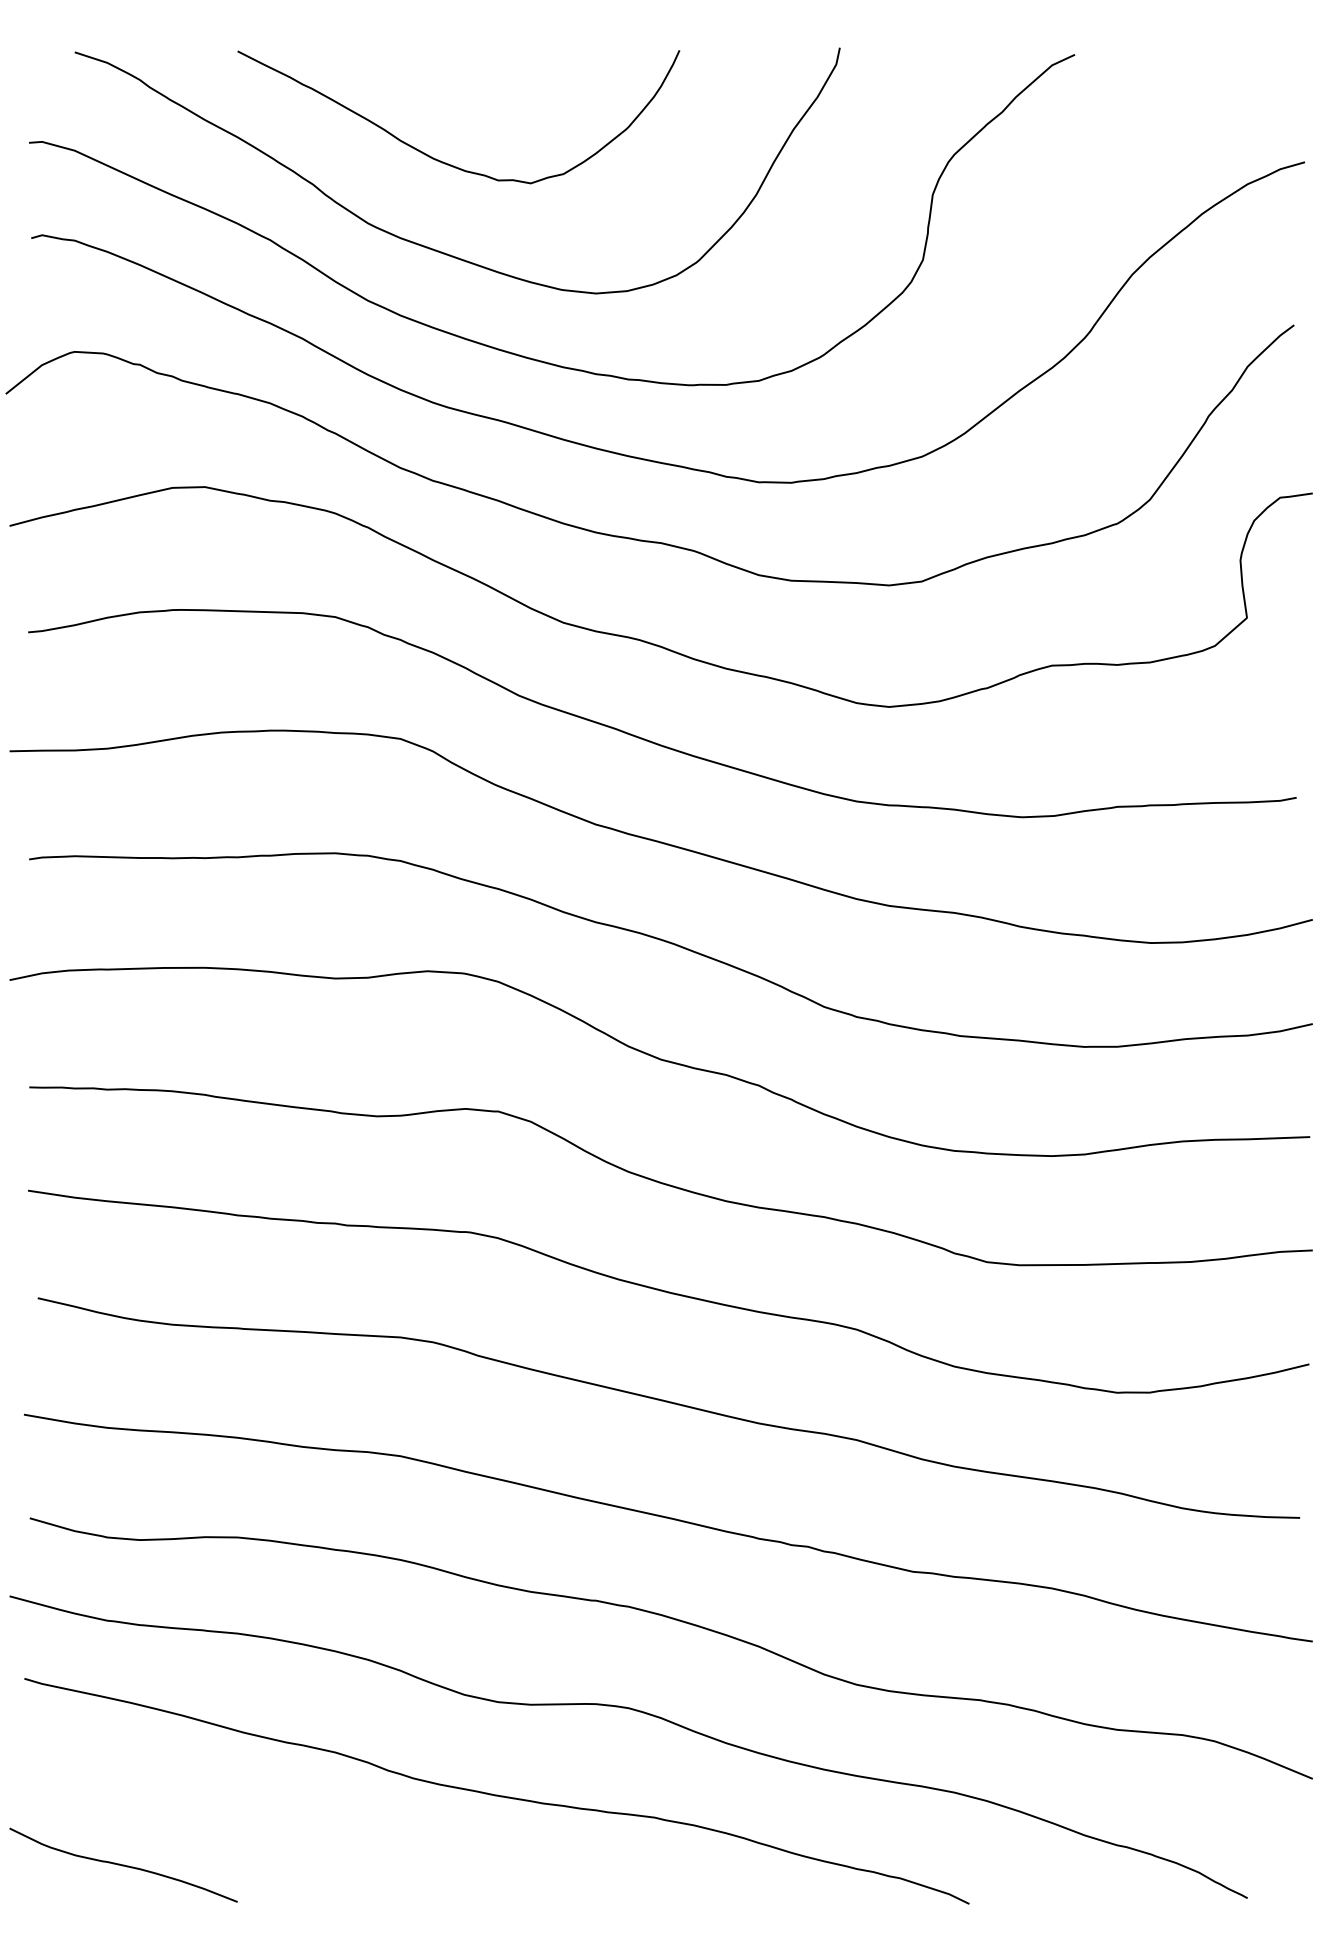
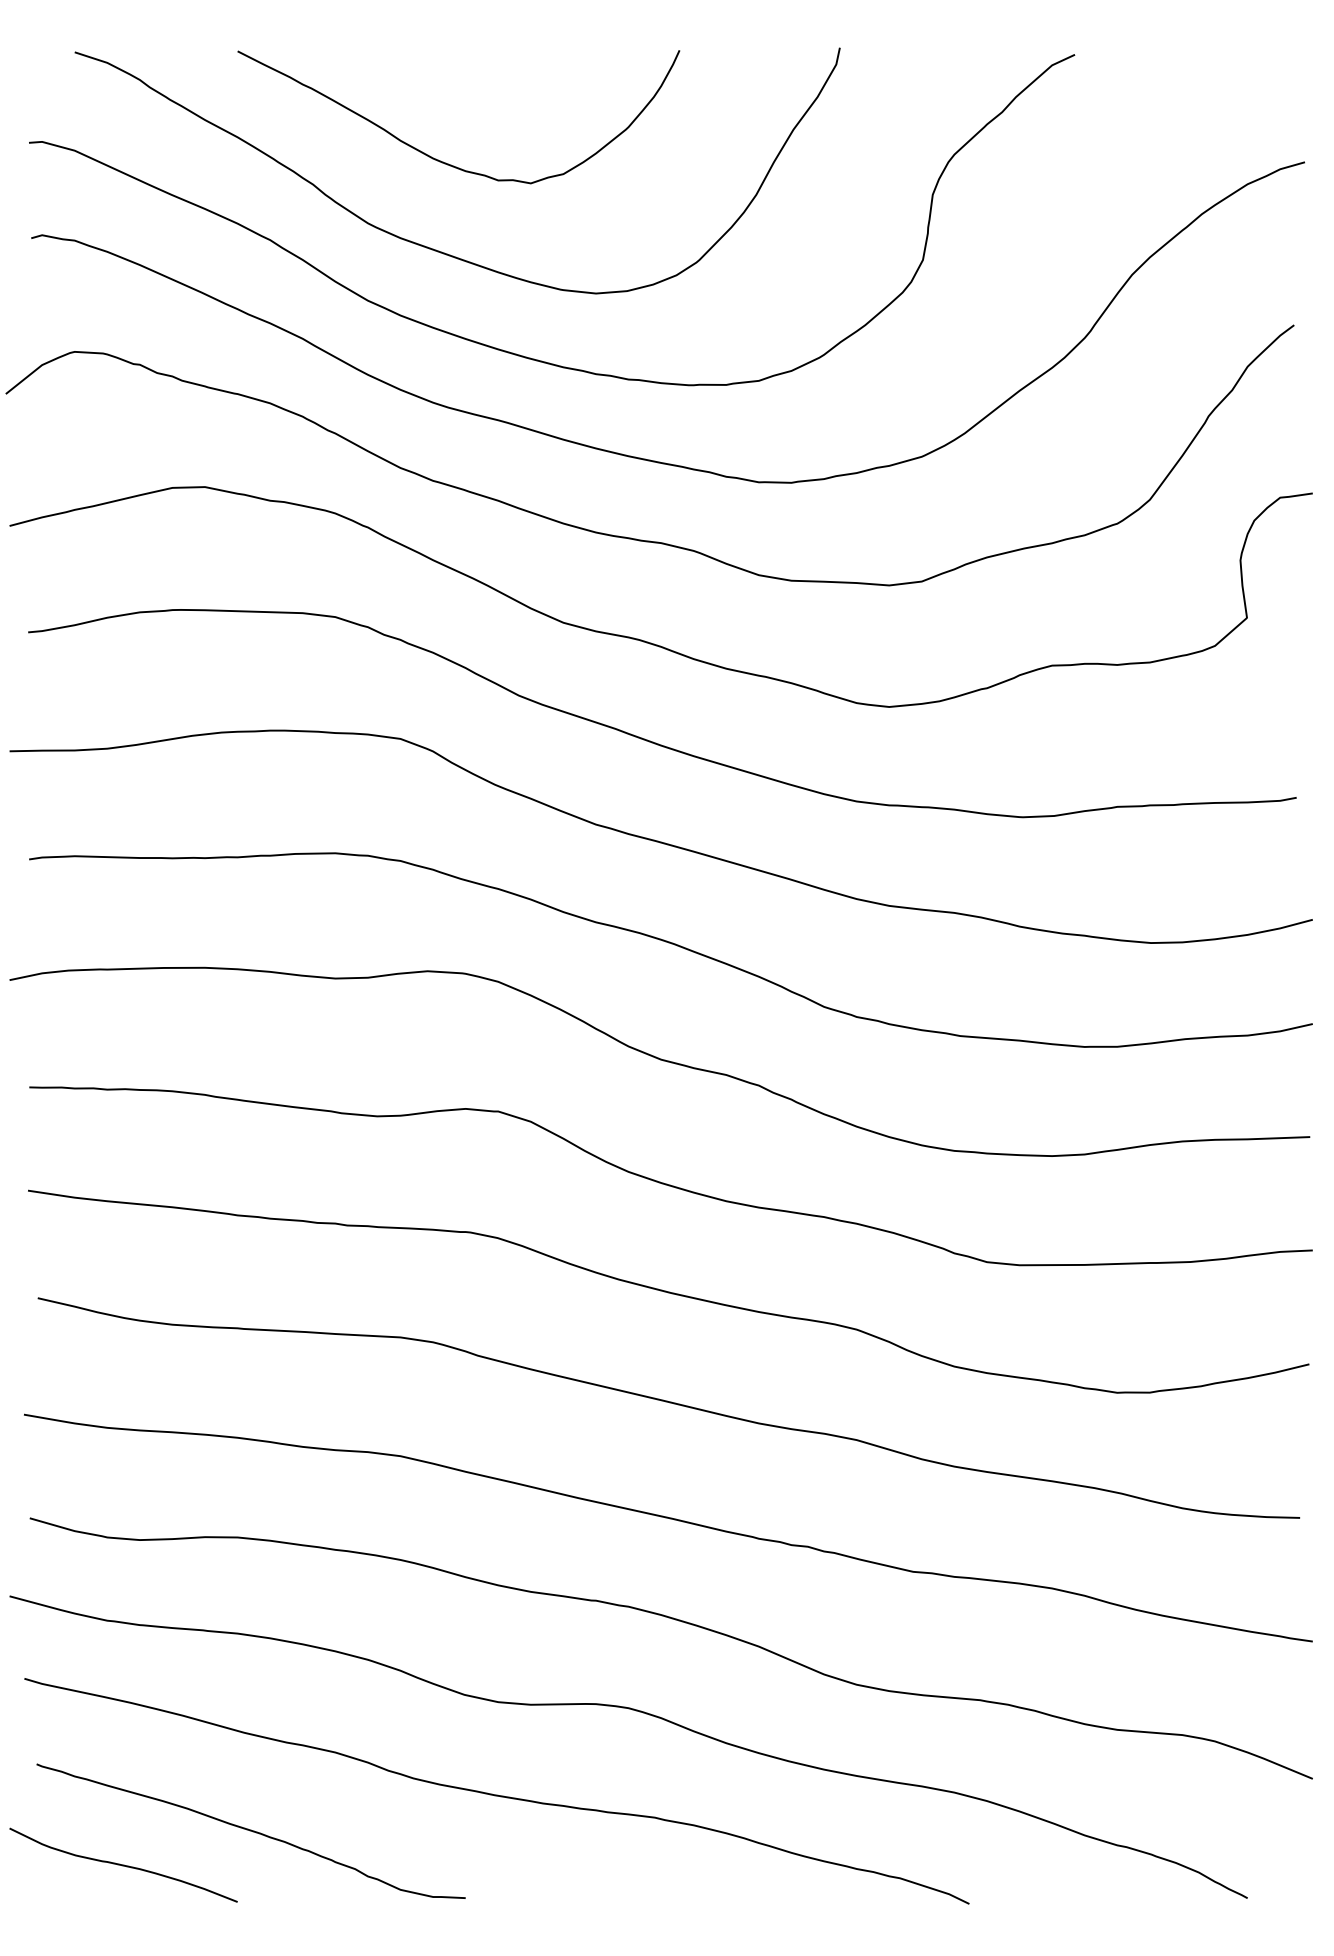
curve at (250, 1830): none -> present
